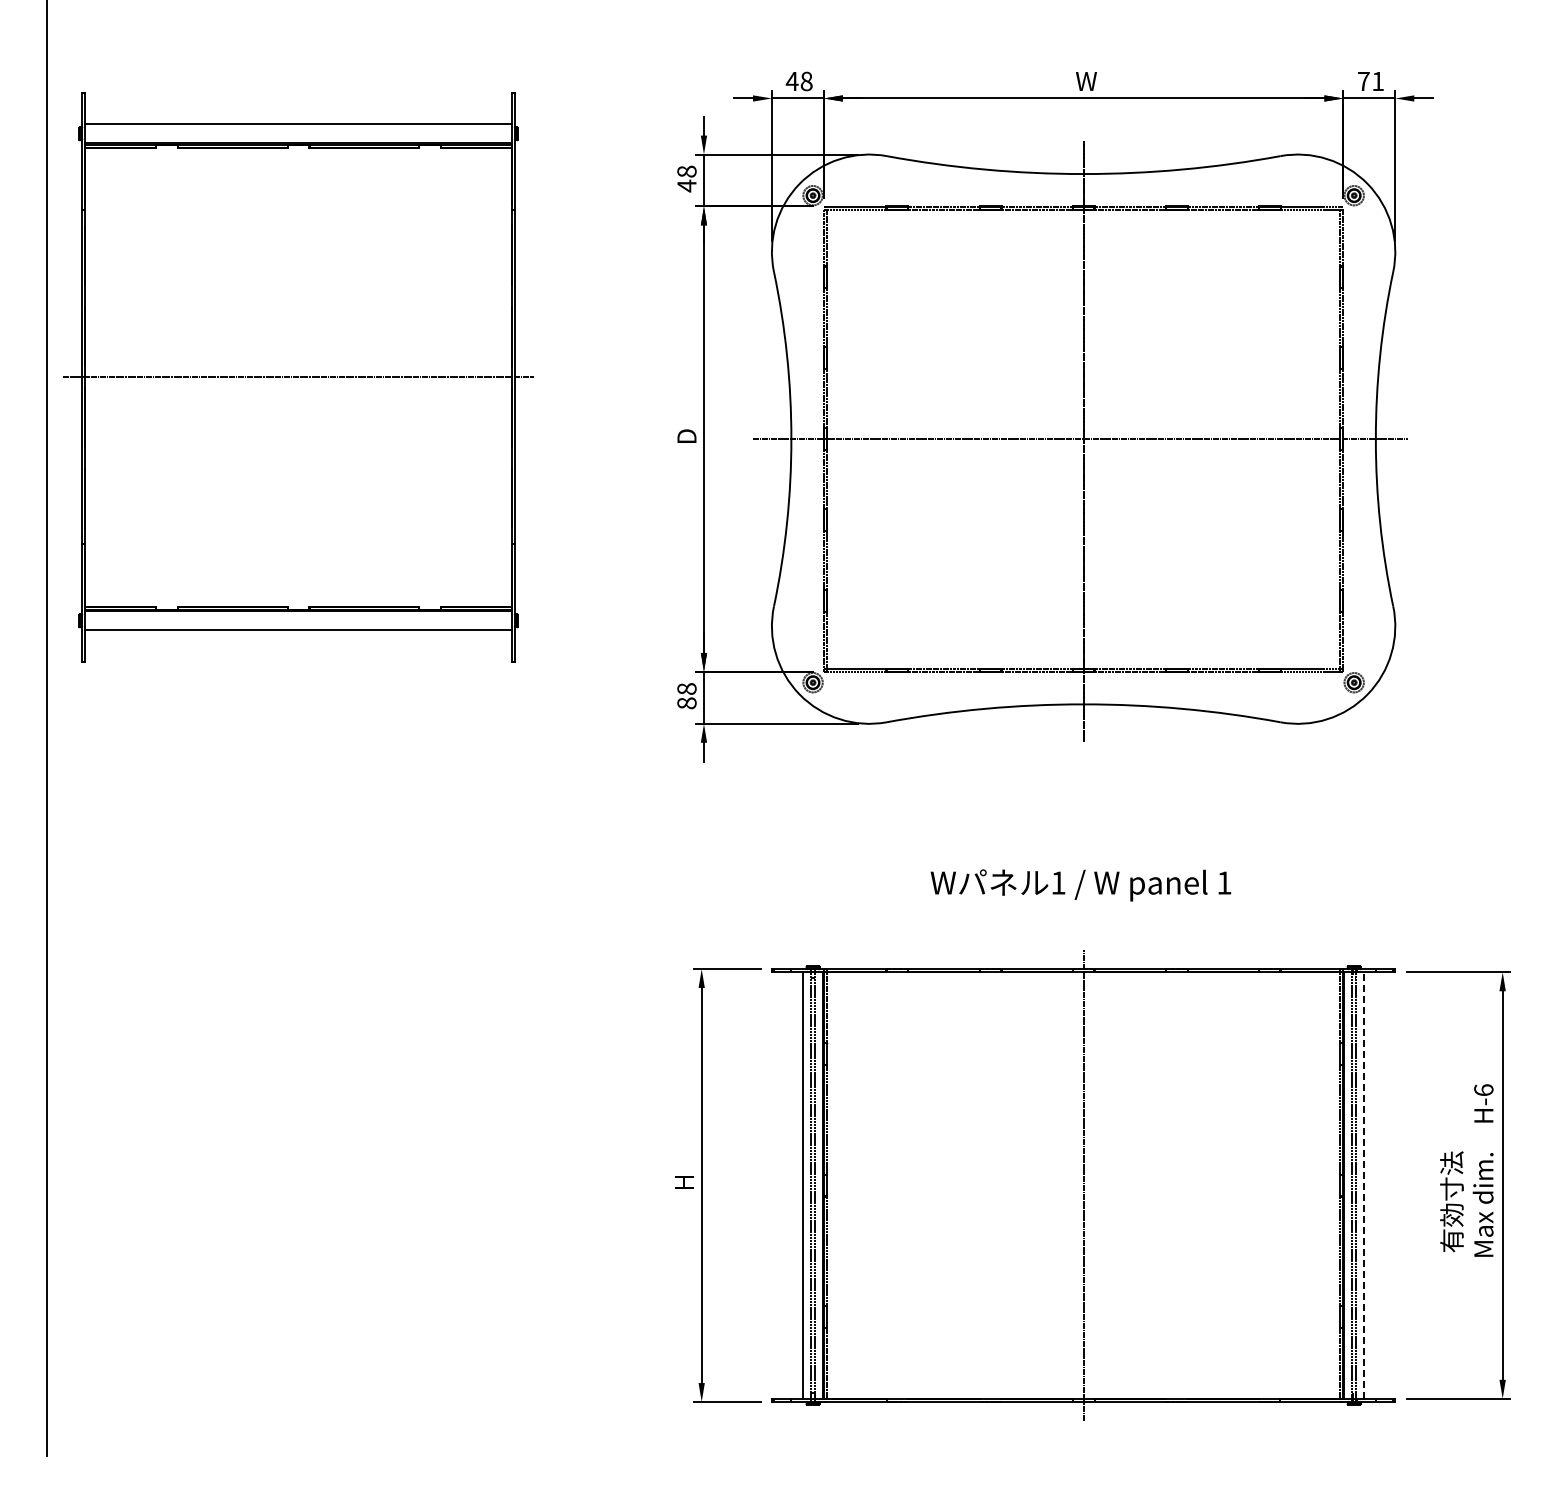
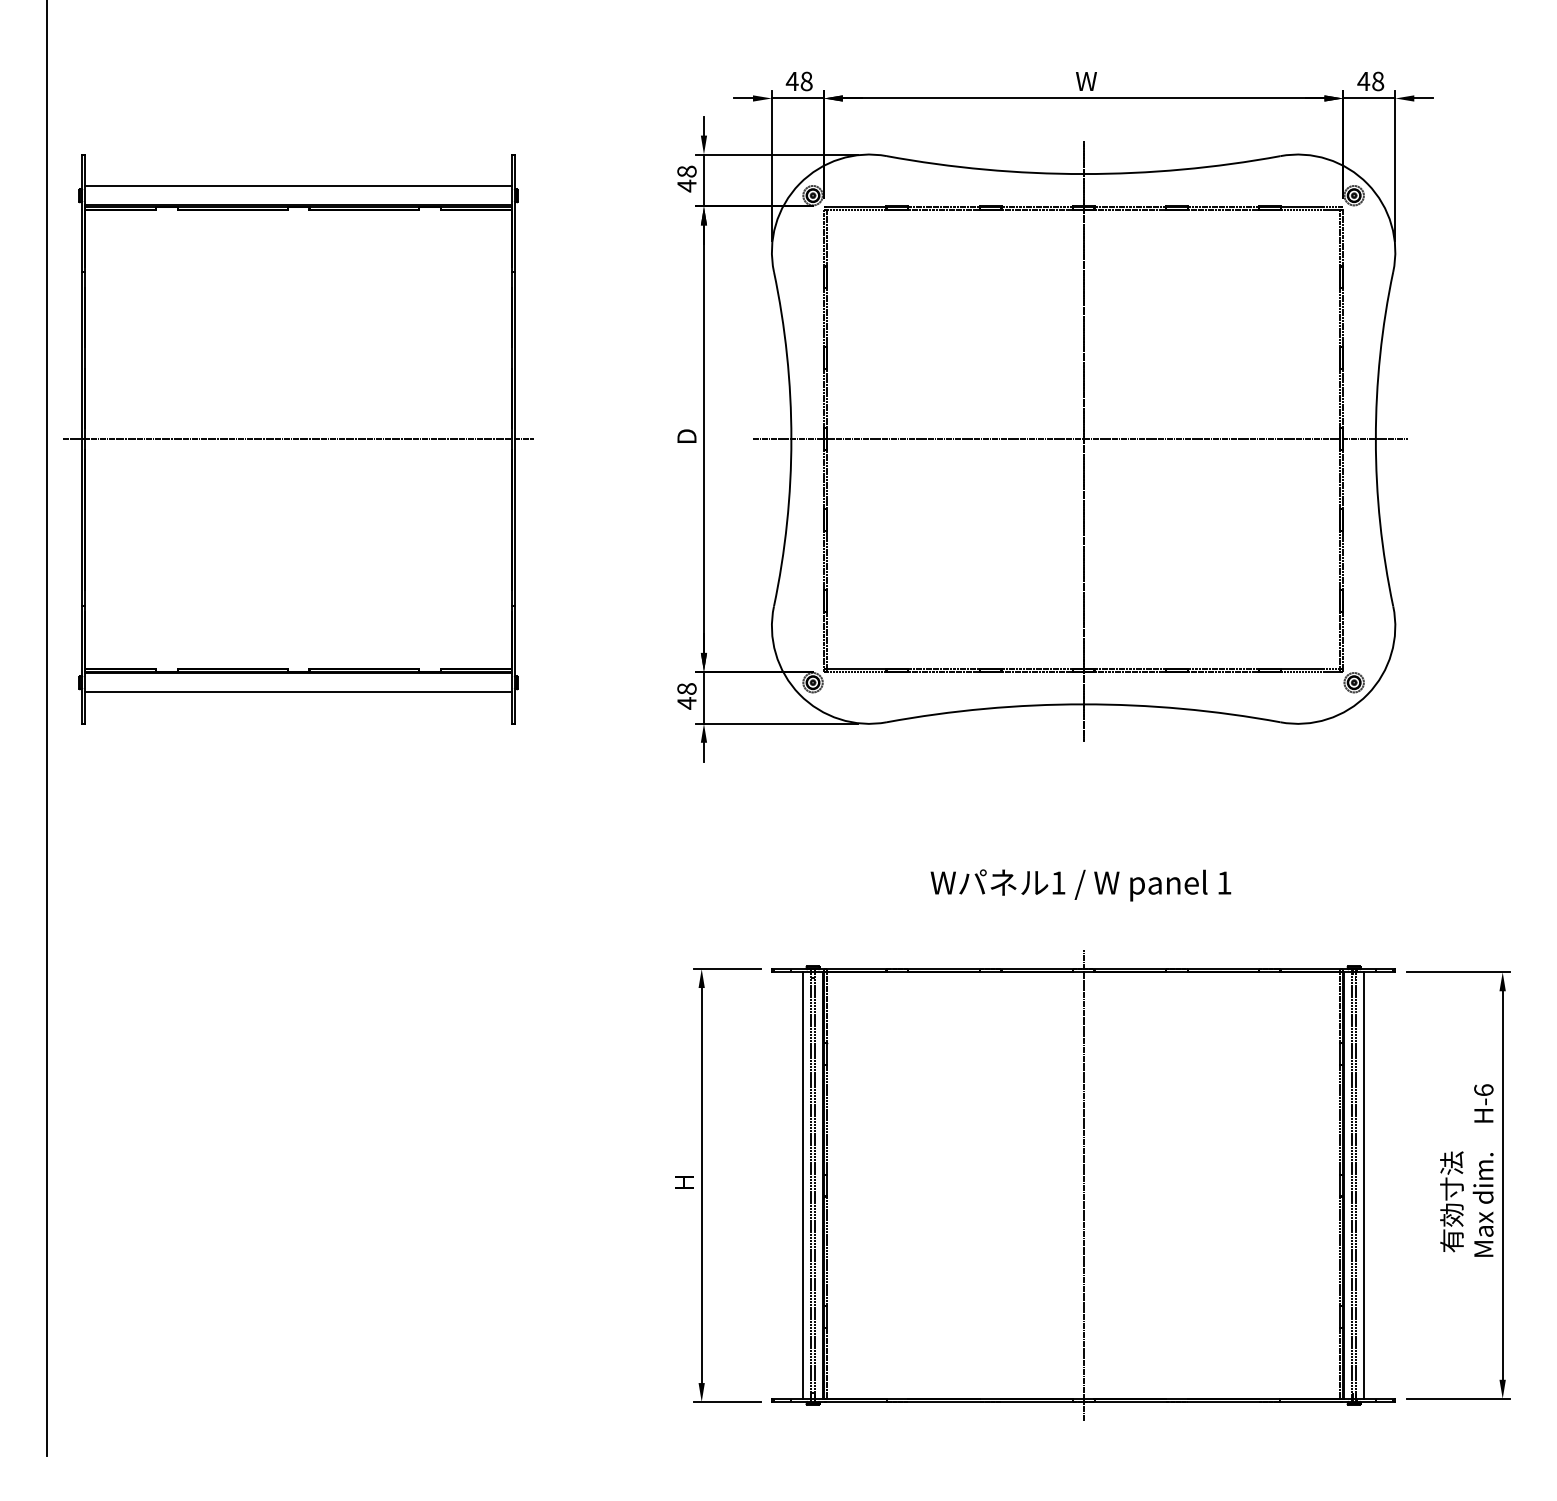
text at (1370, 81): 71 -> 48
part at (298, 377) position: (298, 377) -> (298, 439)
text at (686, 703): 88 -> 48
line at (1363, 1185): dashed -> solid
